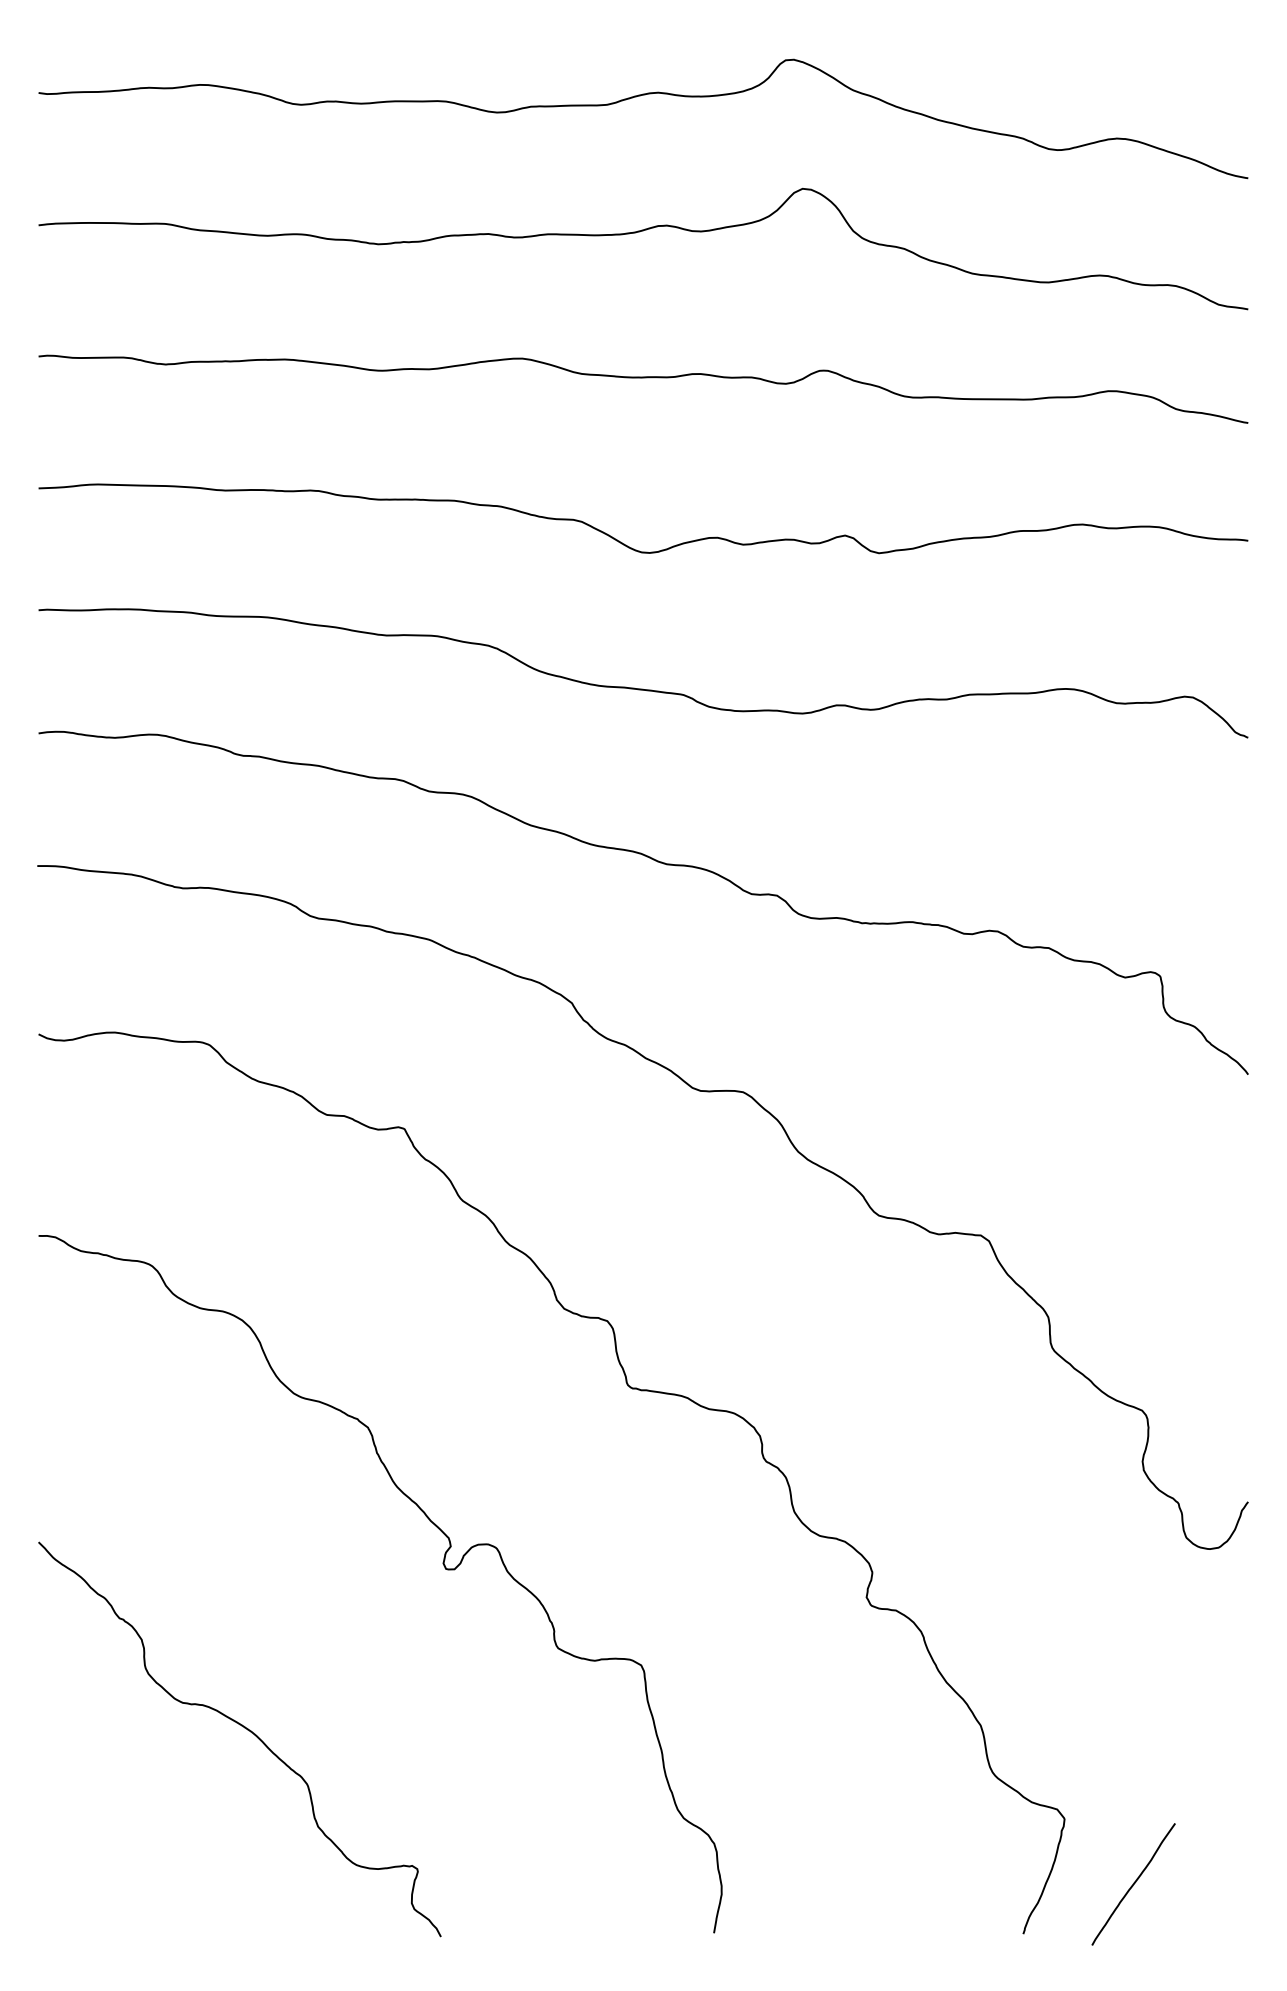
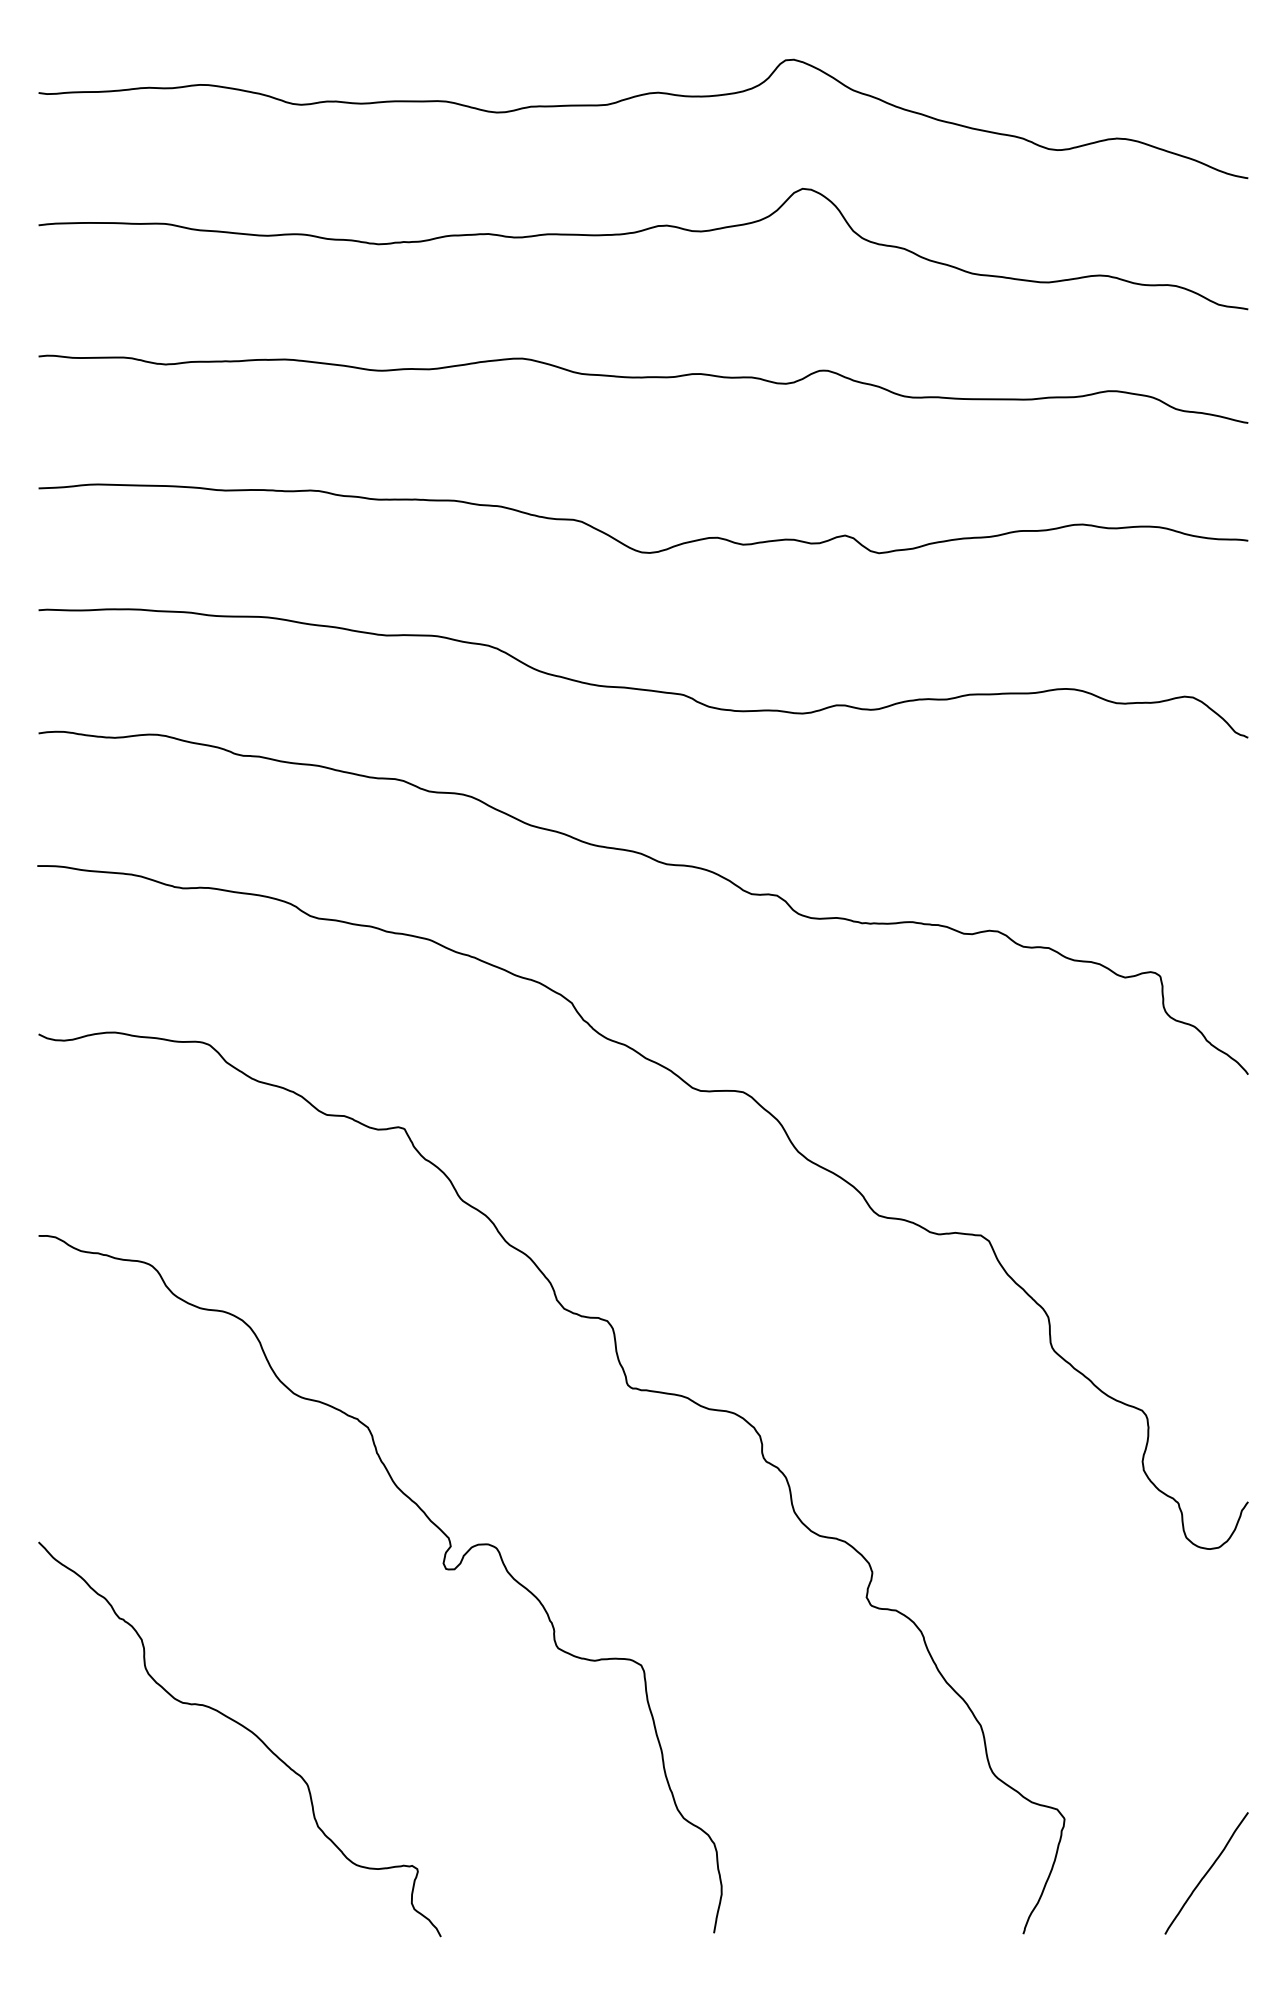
curve at (1133, 1884) position: (1133, 1884) -> (1206, 1873)
